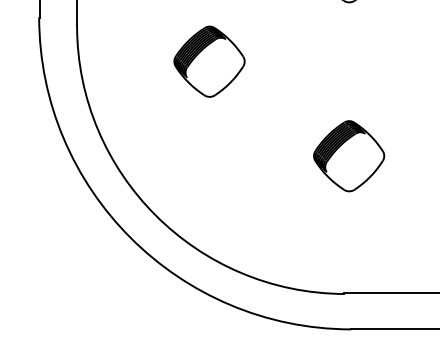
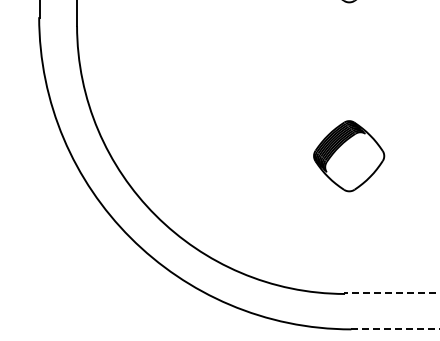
part at (209, 61): present -> none
line at (391, 292): solid -> dashed
line at (395, 329): solid -> dashed
